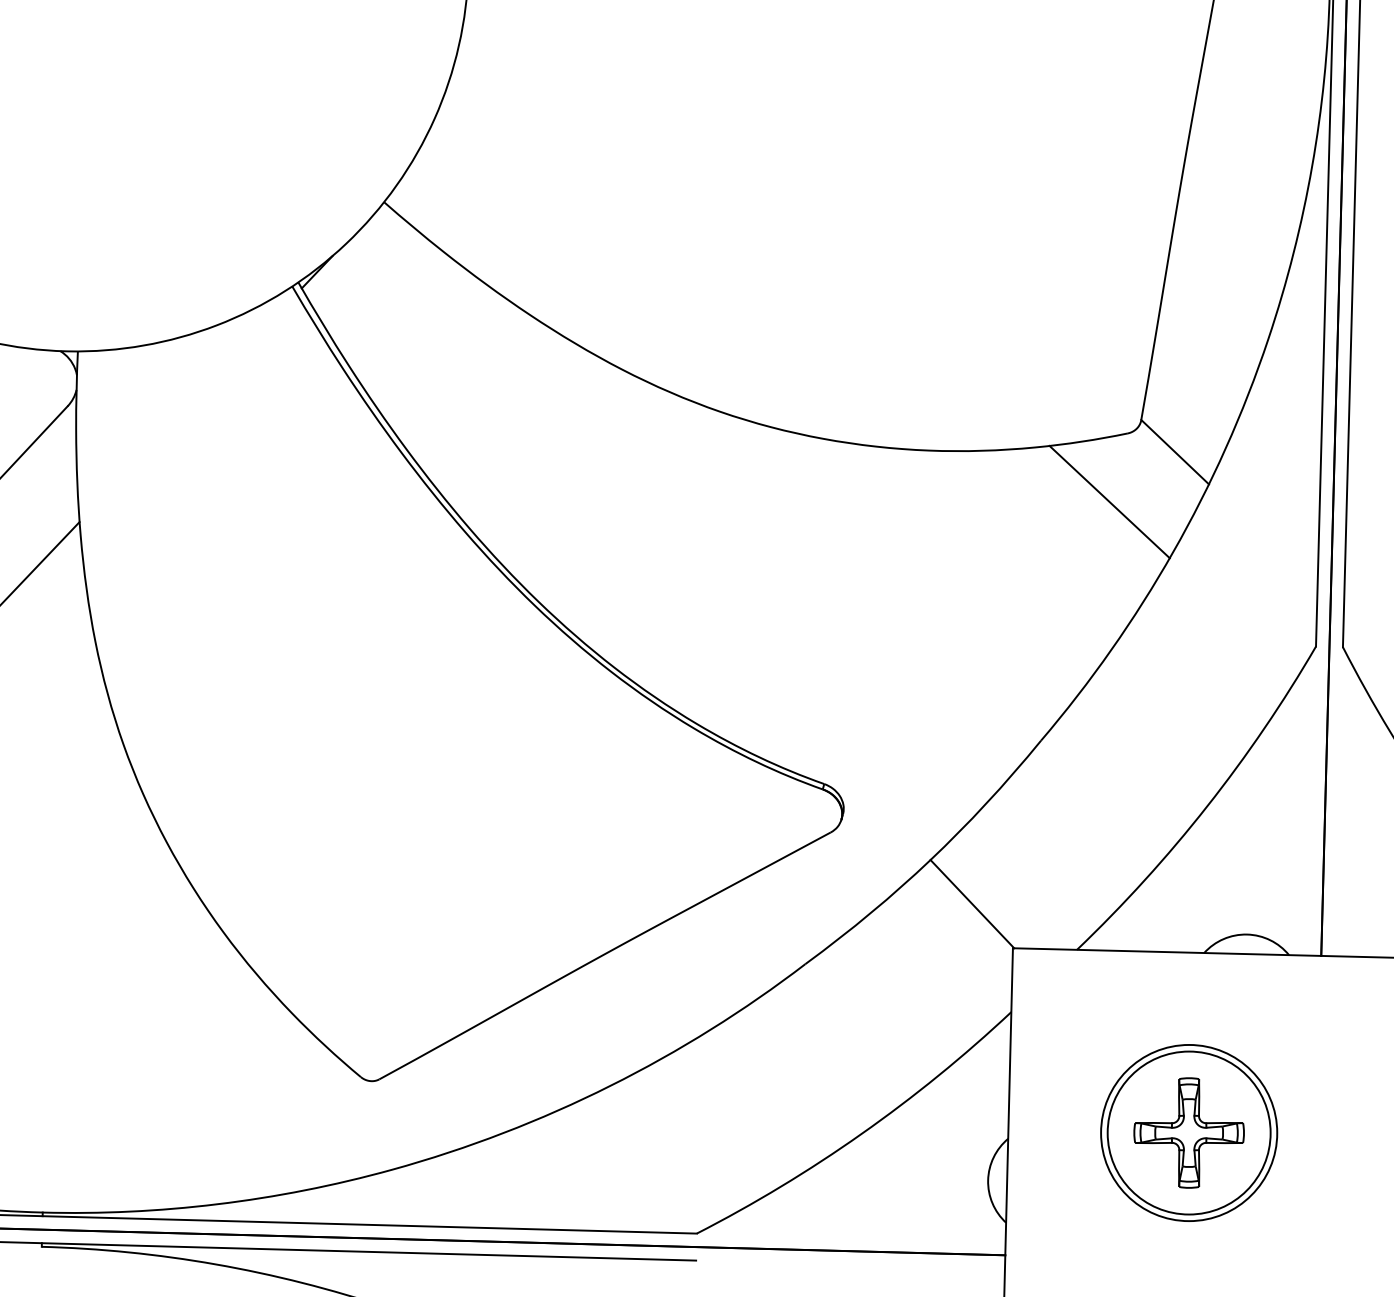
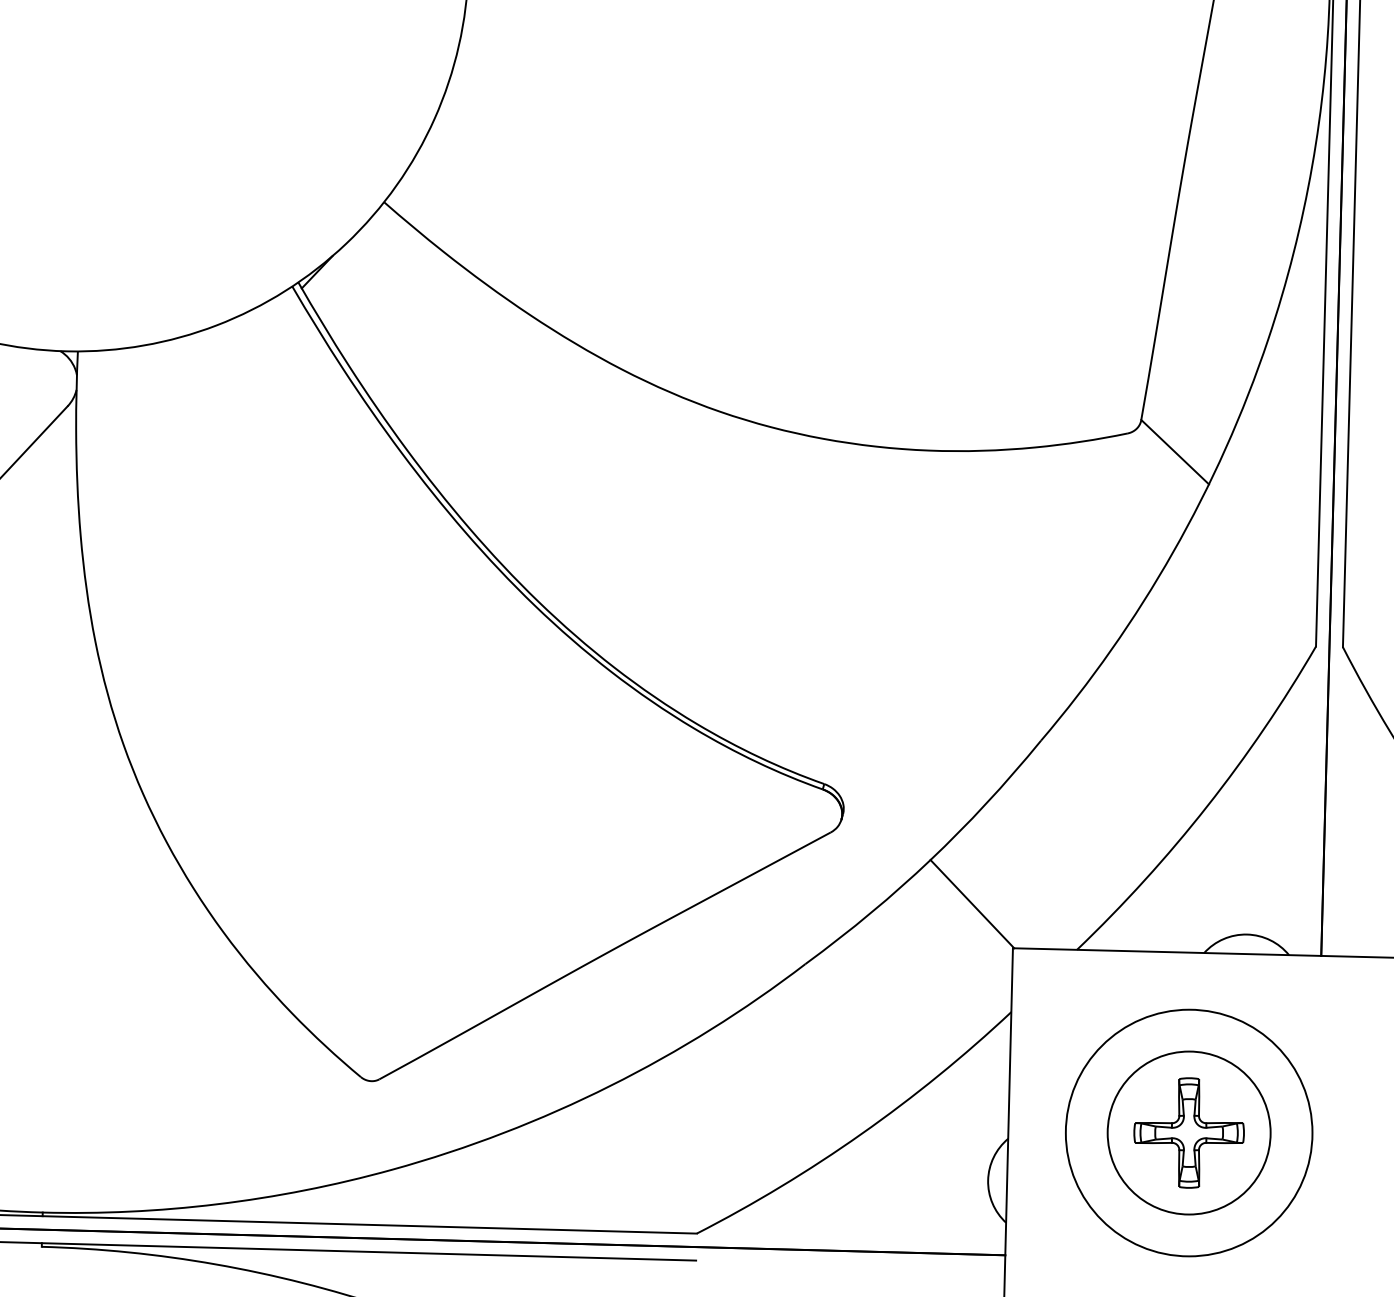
line at (1109, 501): present -> none
line at (40, 562): present -> none
circle at (1189, 1132) diameter: 176 px -> 247 px
